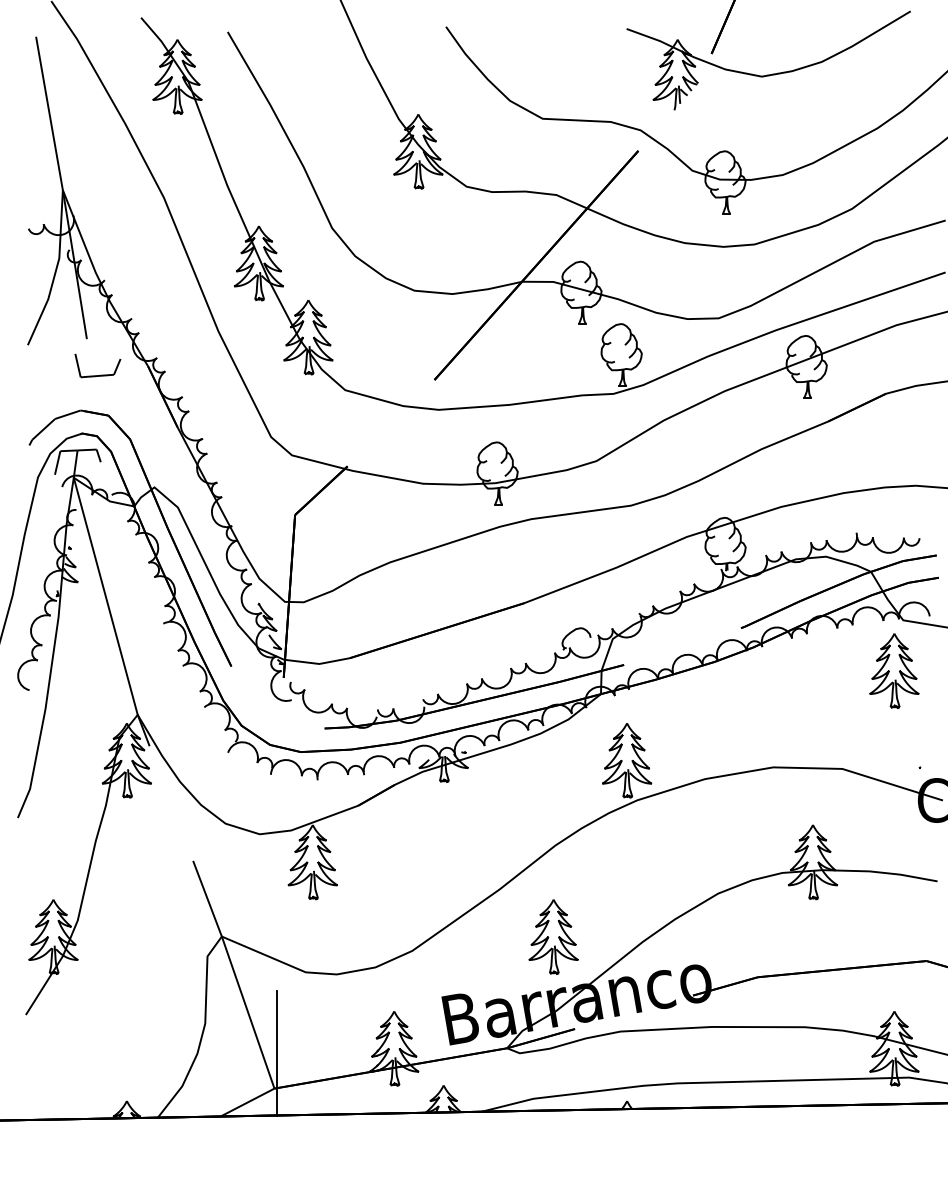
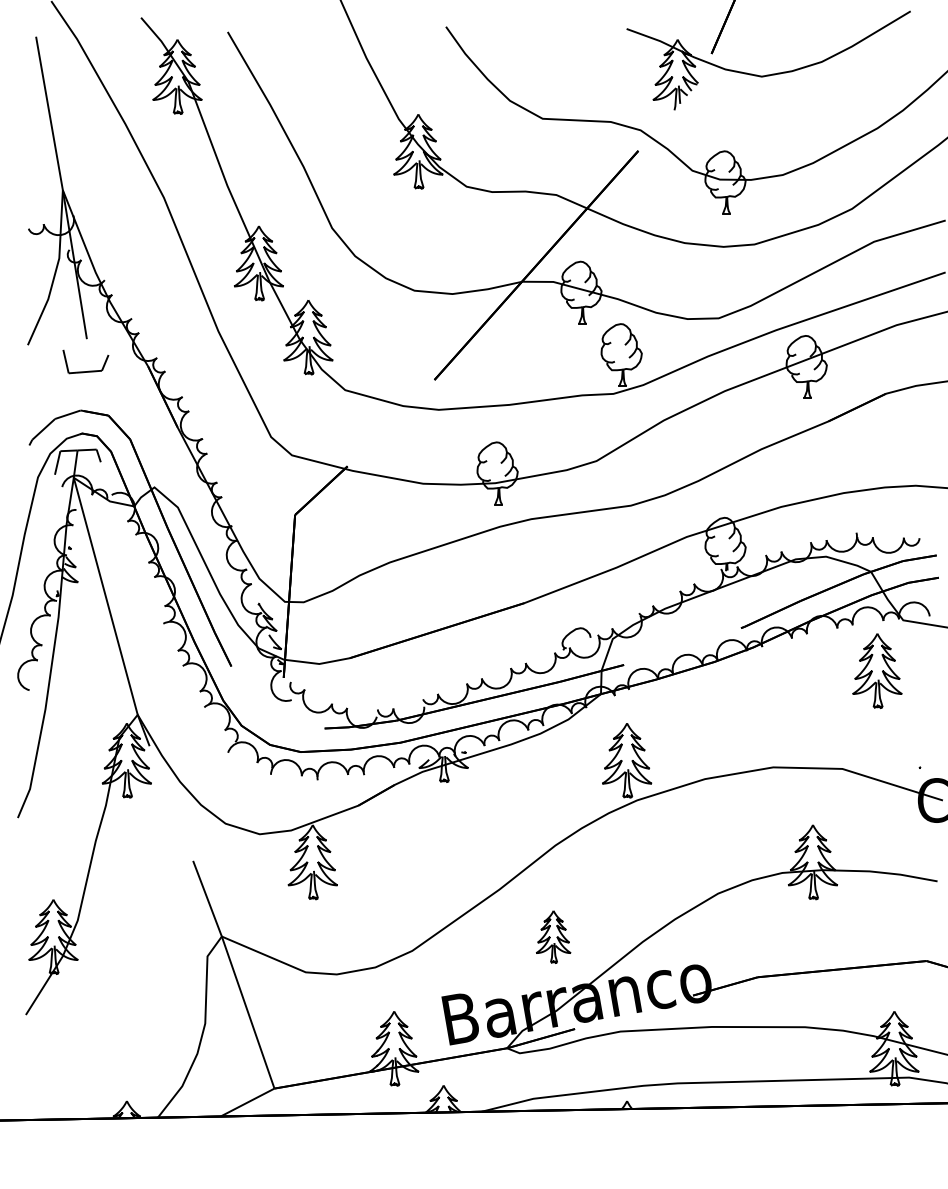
part at (100, 374) position: (100, 374) -> (88, 370)
part at (894, 670) position: (894, 670) -> (877, 670)
part at (553, 936) size: 51x76 px -> 36x54 px
line at (276, 1053): present -> none
